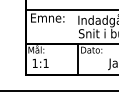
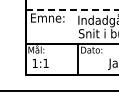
line at (72, 10): solid -> dashed
